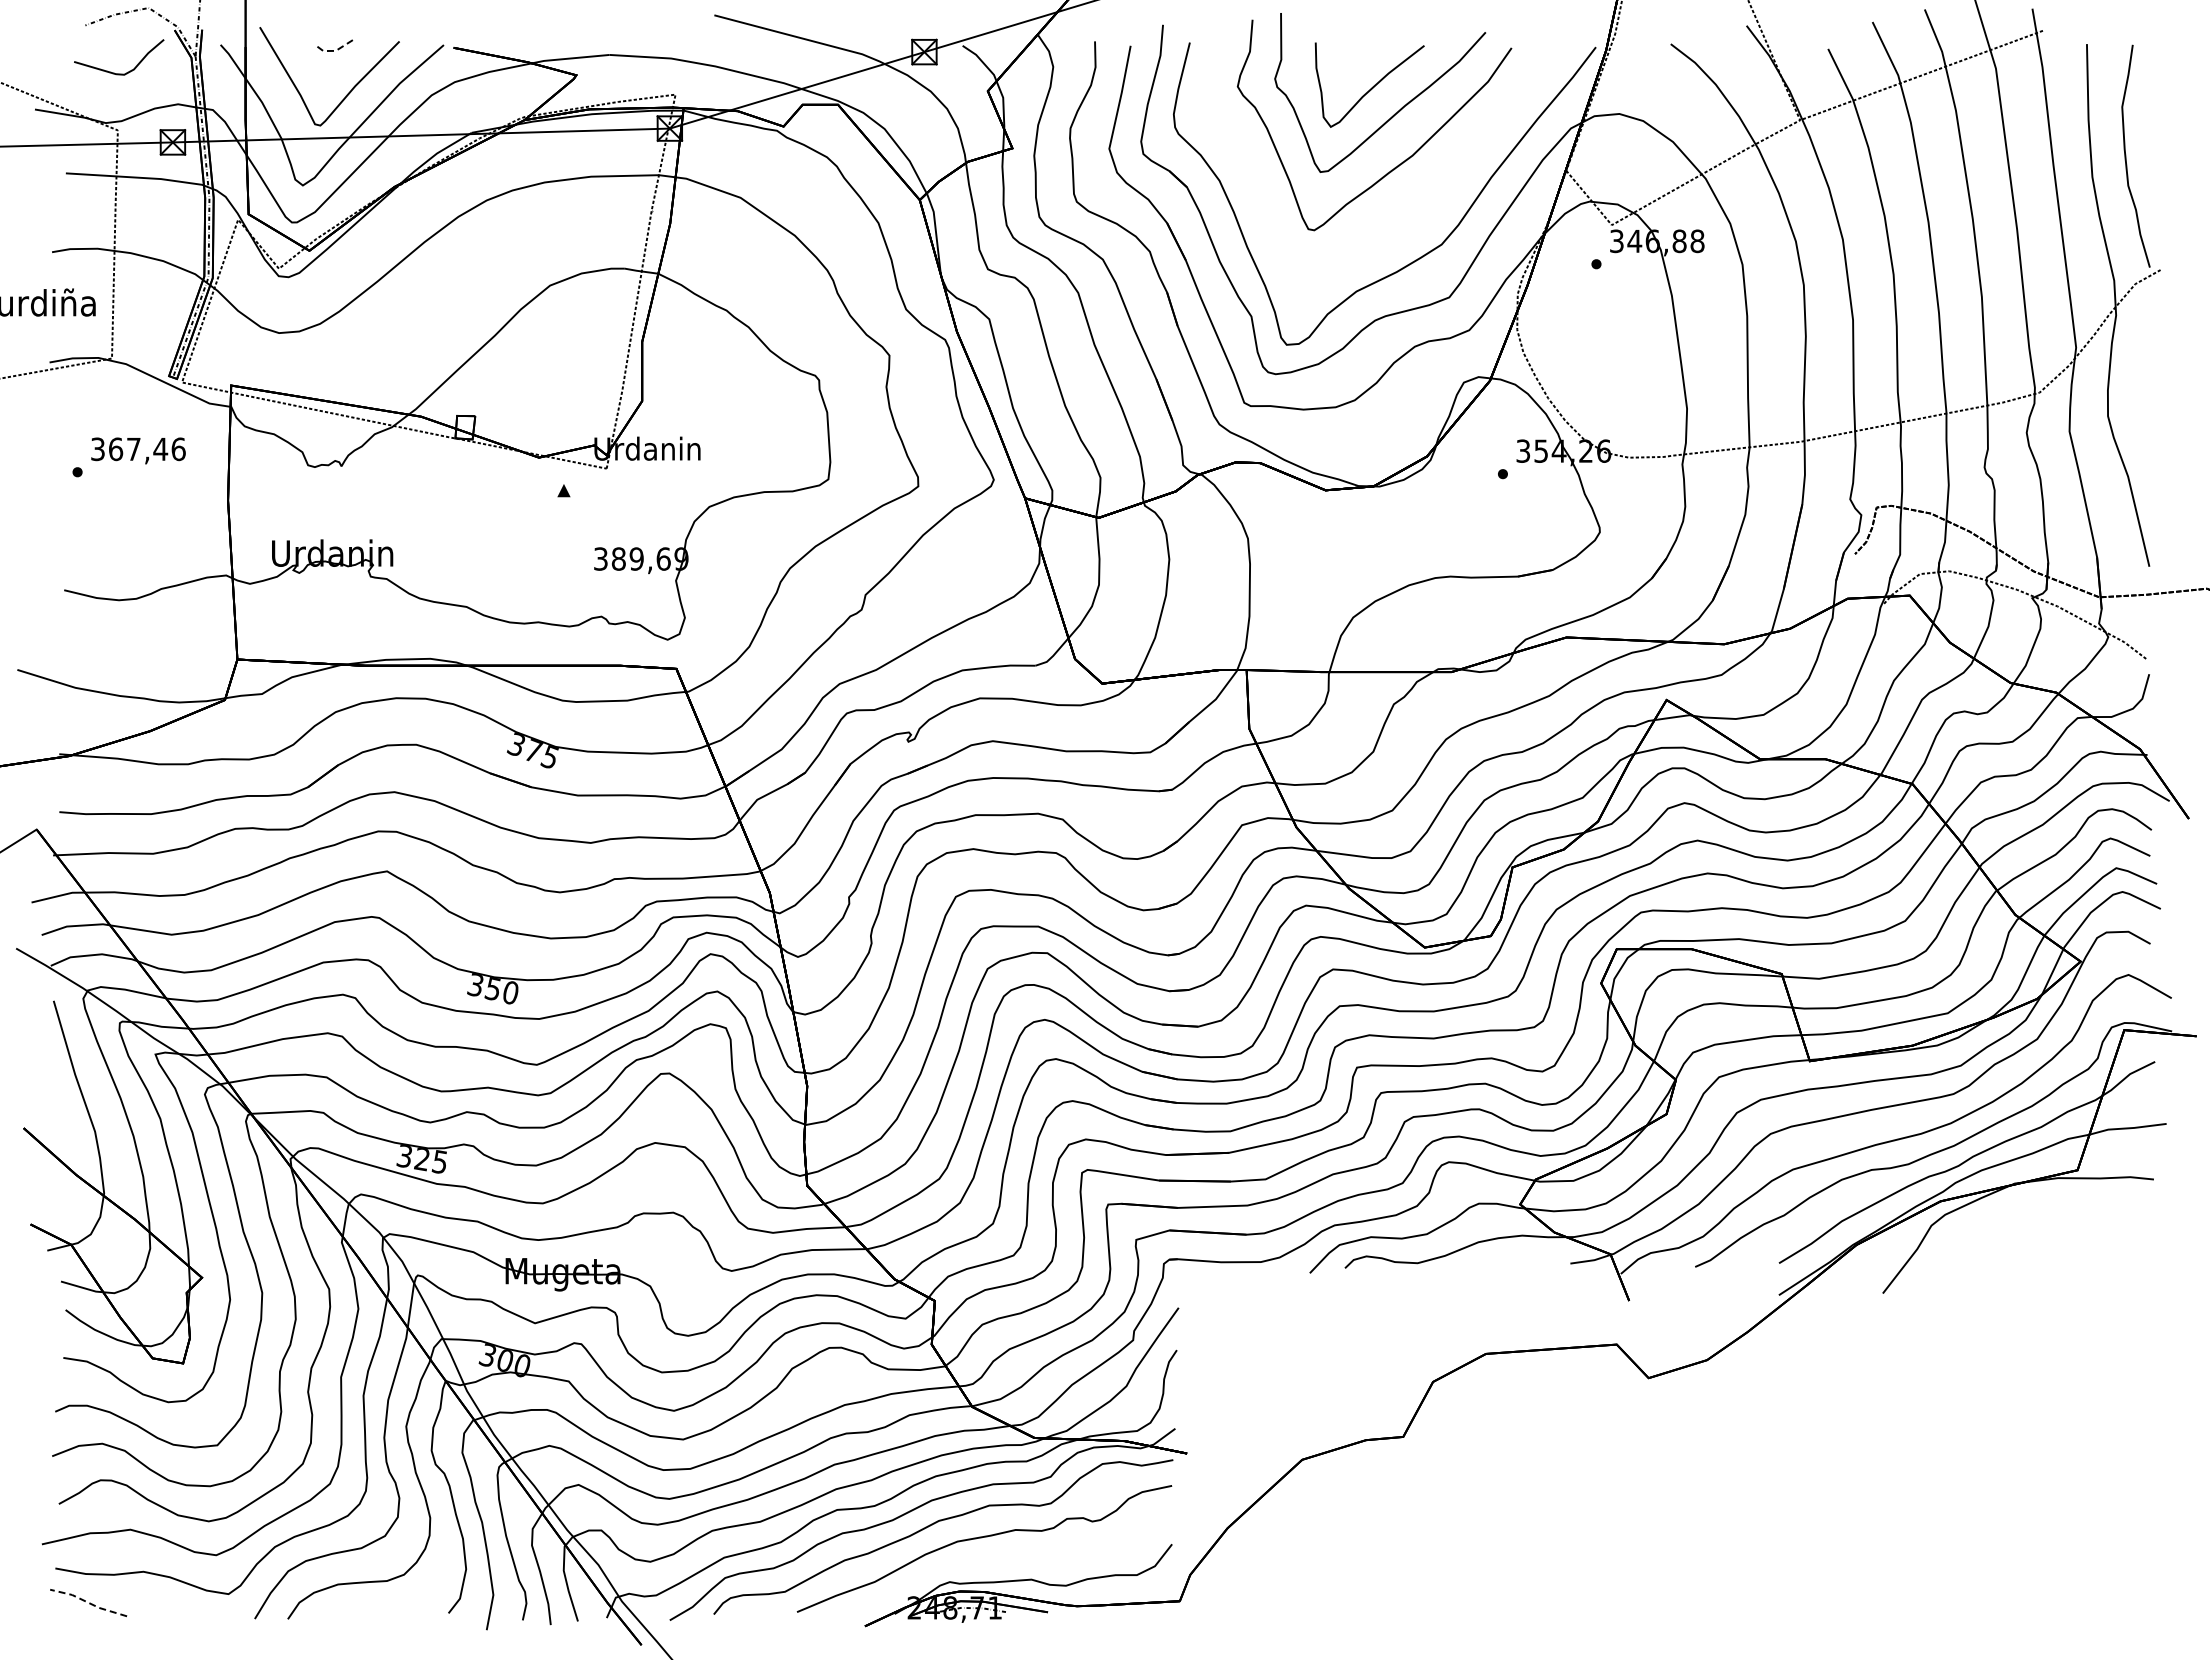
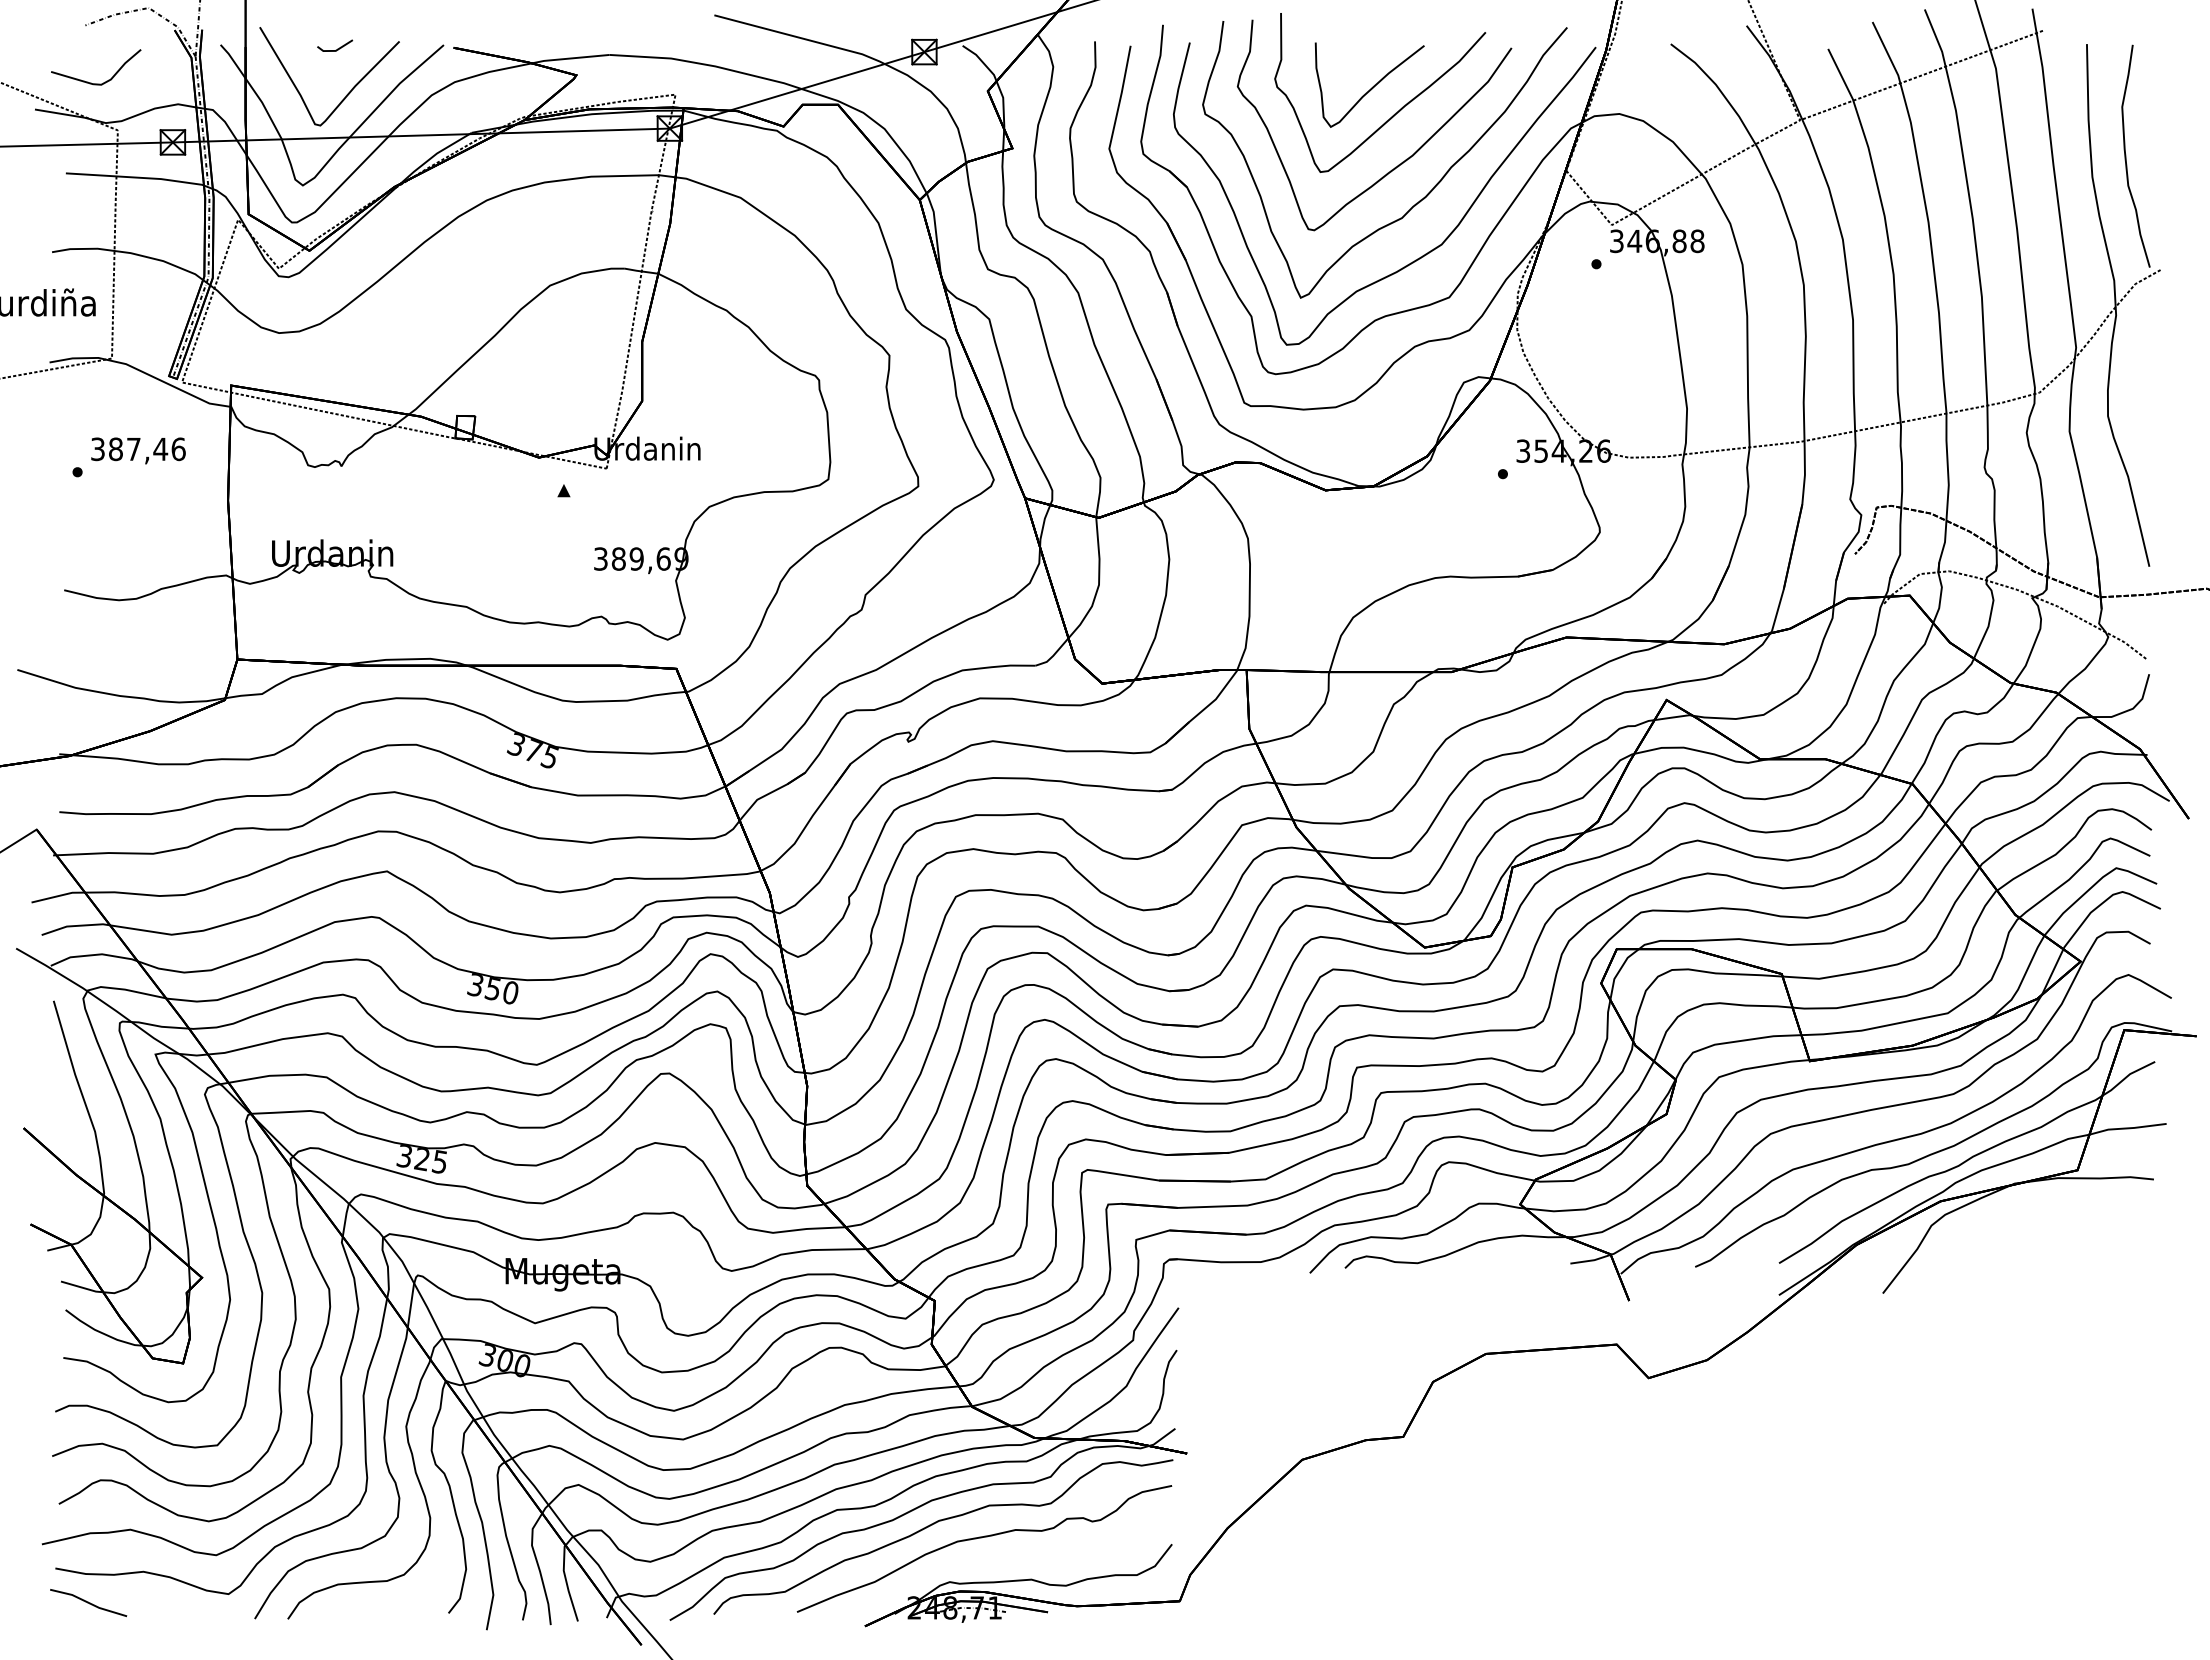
line at (335, 50): dashed -> solid
curve at (114, 72) position: (114, 72) -> (91, 82)
curve at (1416, 202): none -> present
text at (116, 448): 367,46 -> 387,46
line at (88, 1602): dashed -> solid
